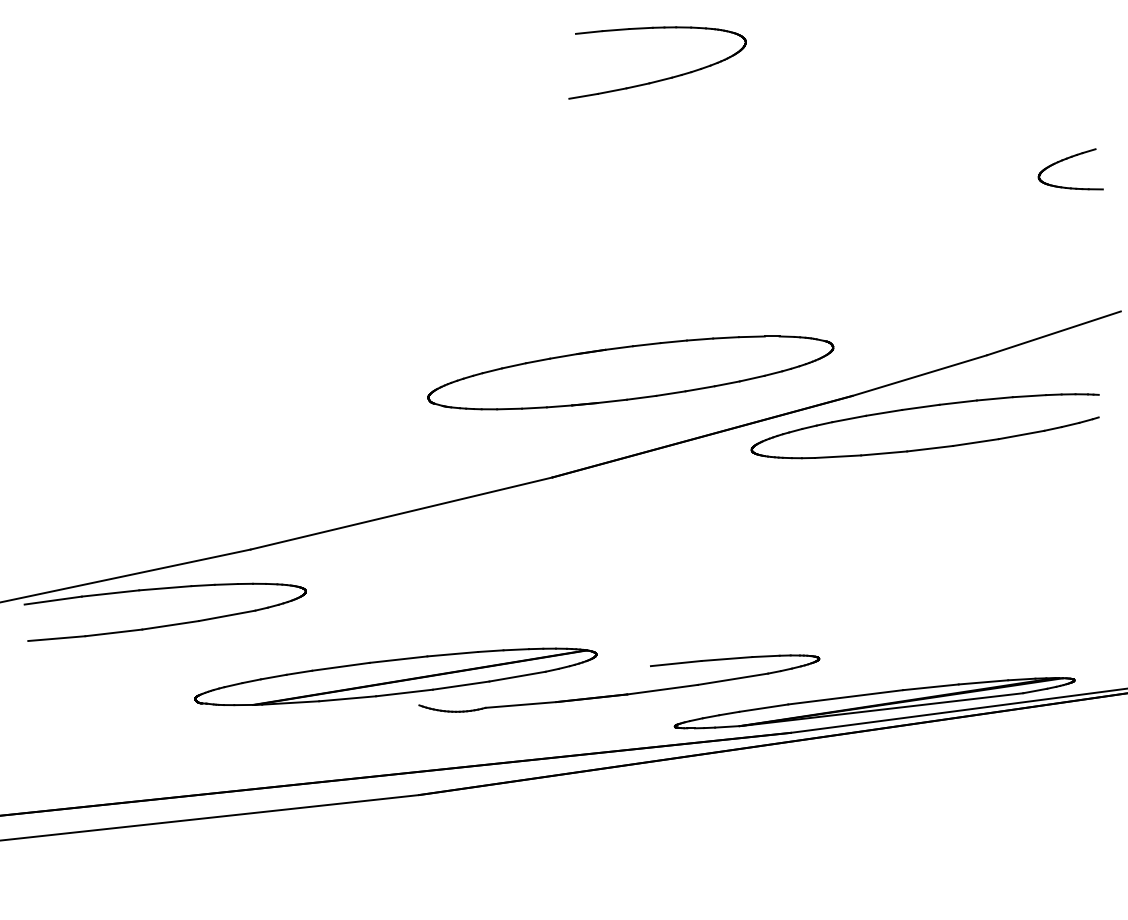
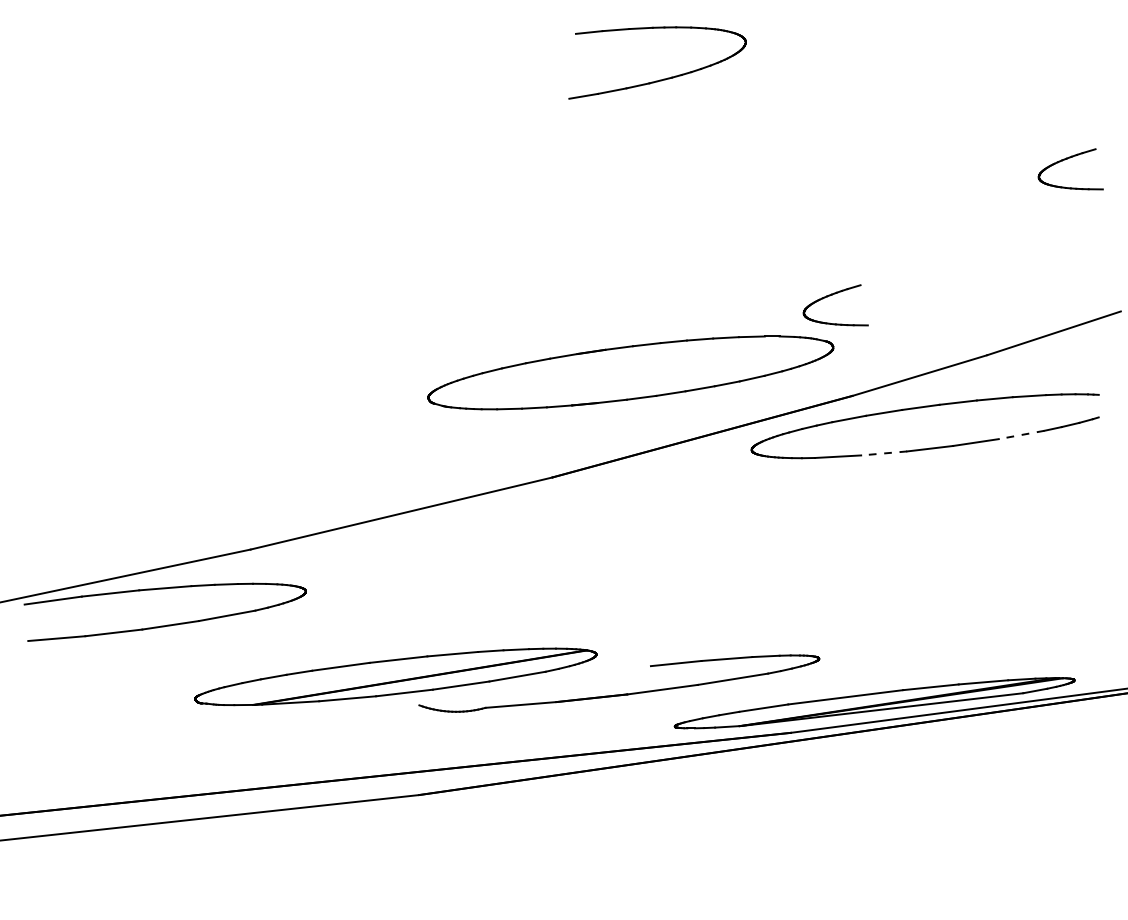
part at (830, 296): none -> present
line at (1021, 435): solid -> dashed
line at (883, 453): solid -> dashed
